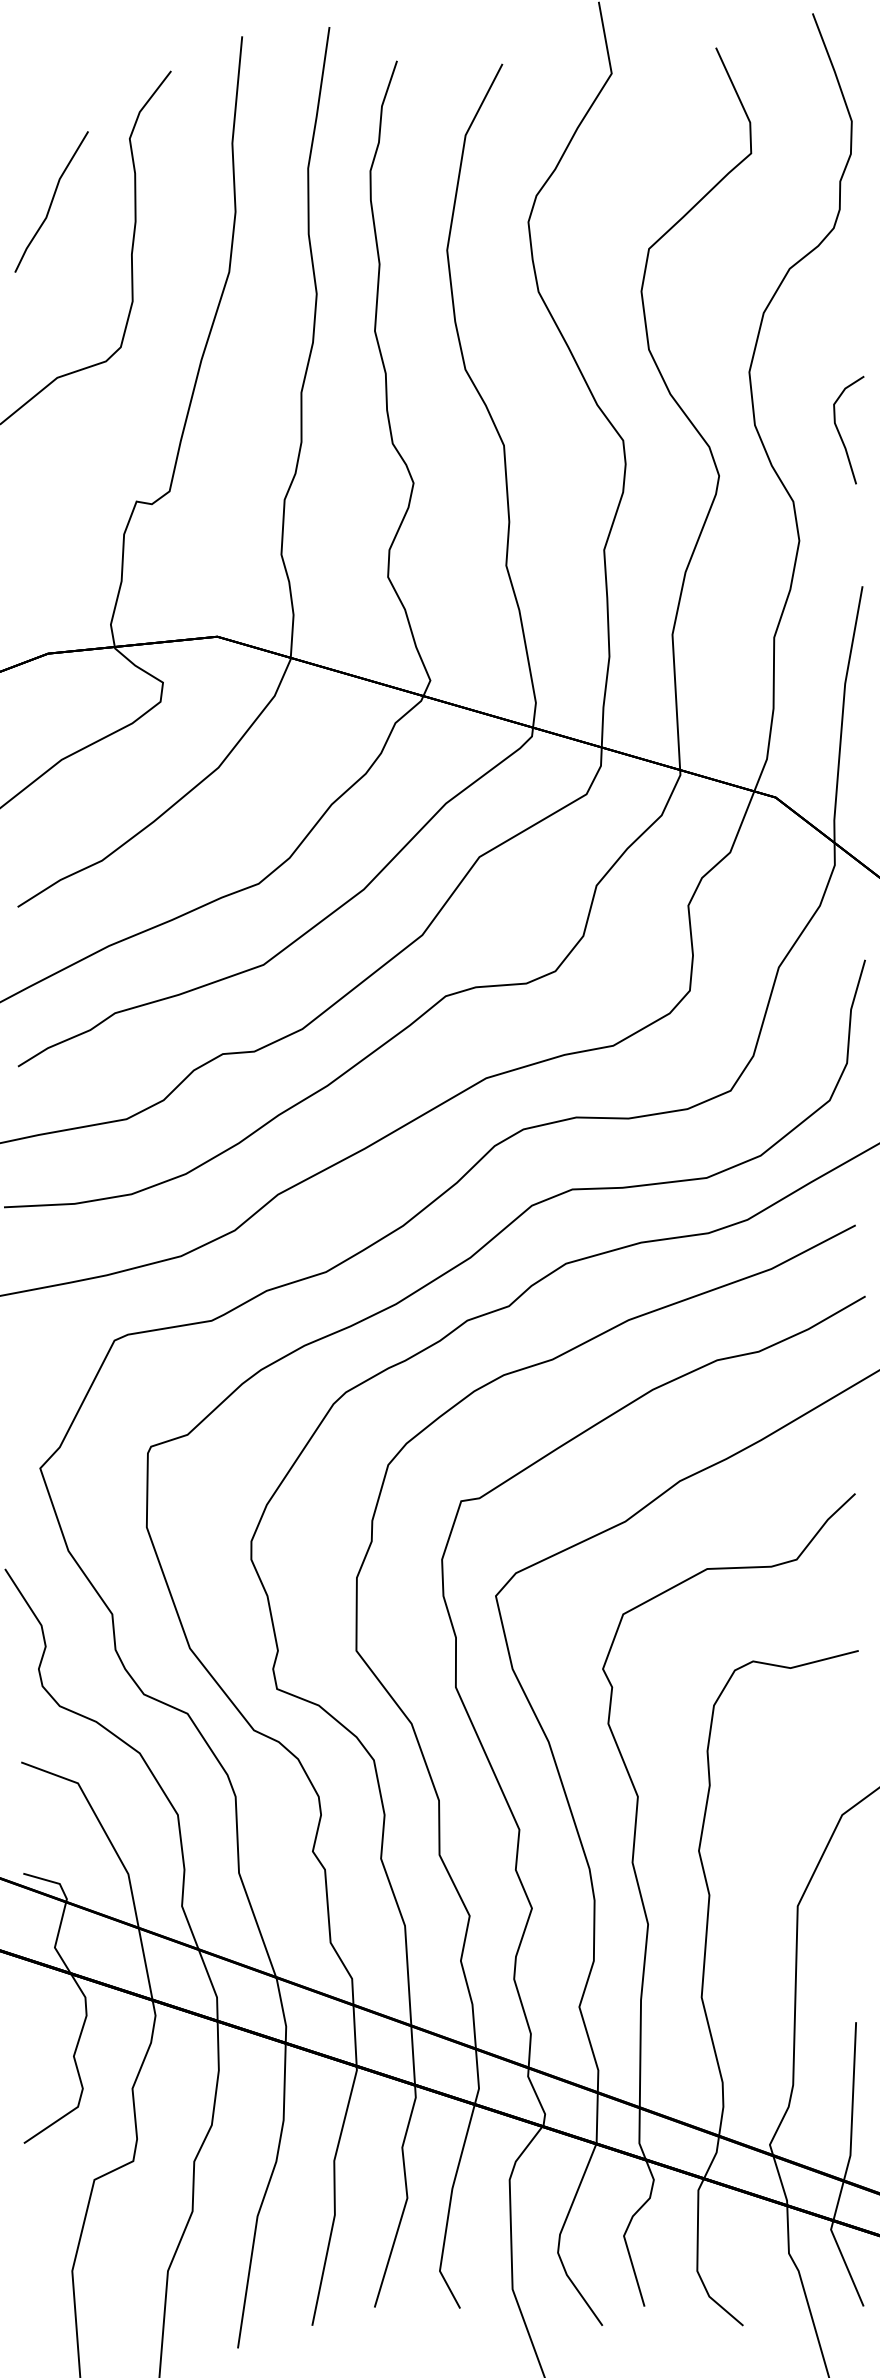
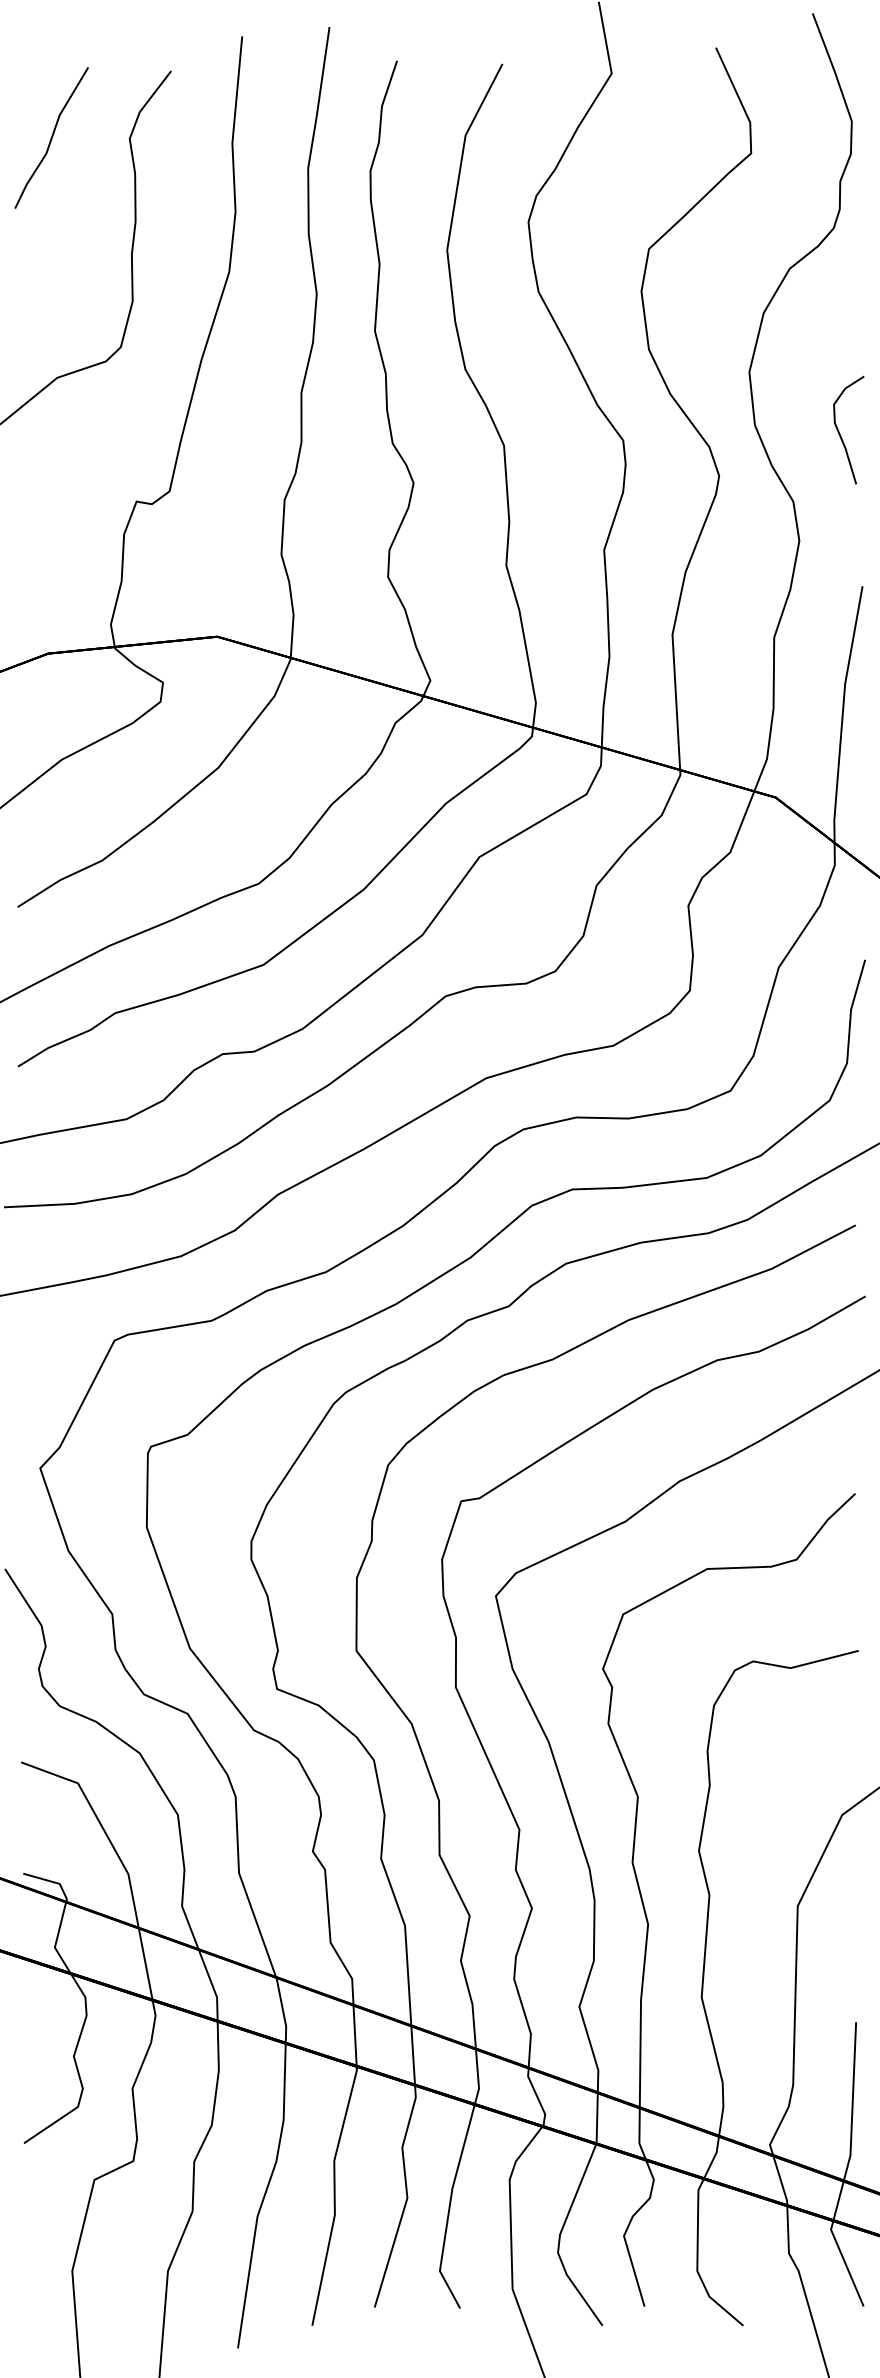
line at (51, 201) position: (51, 201) -> (51, 137)
